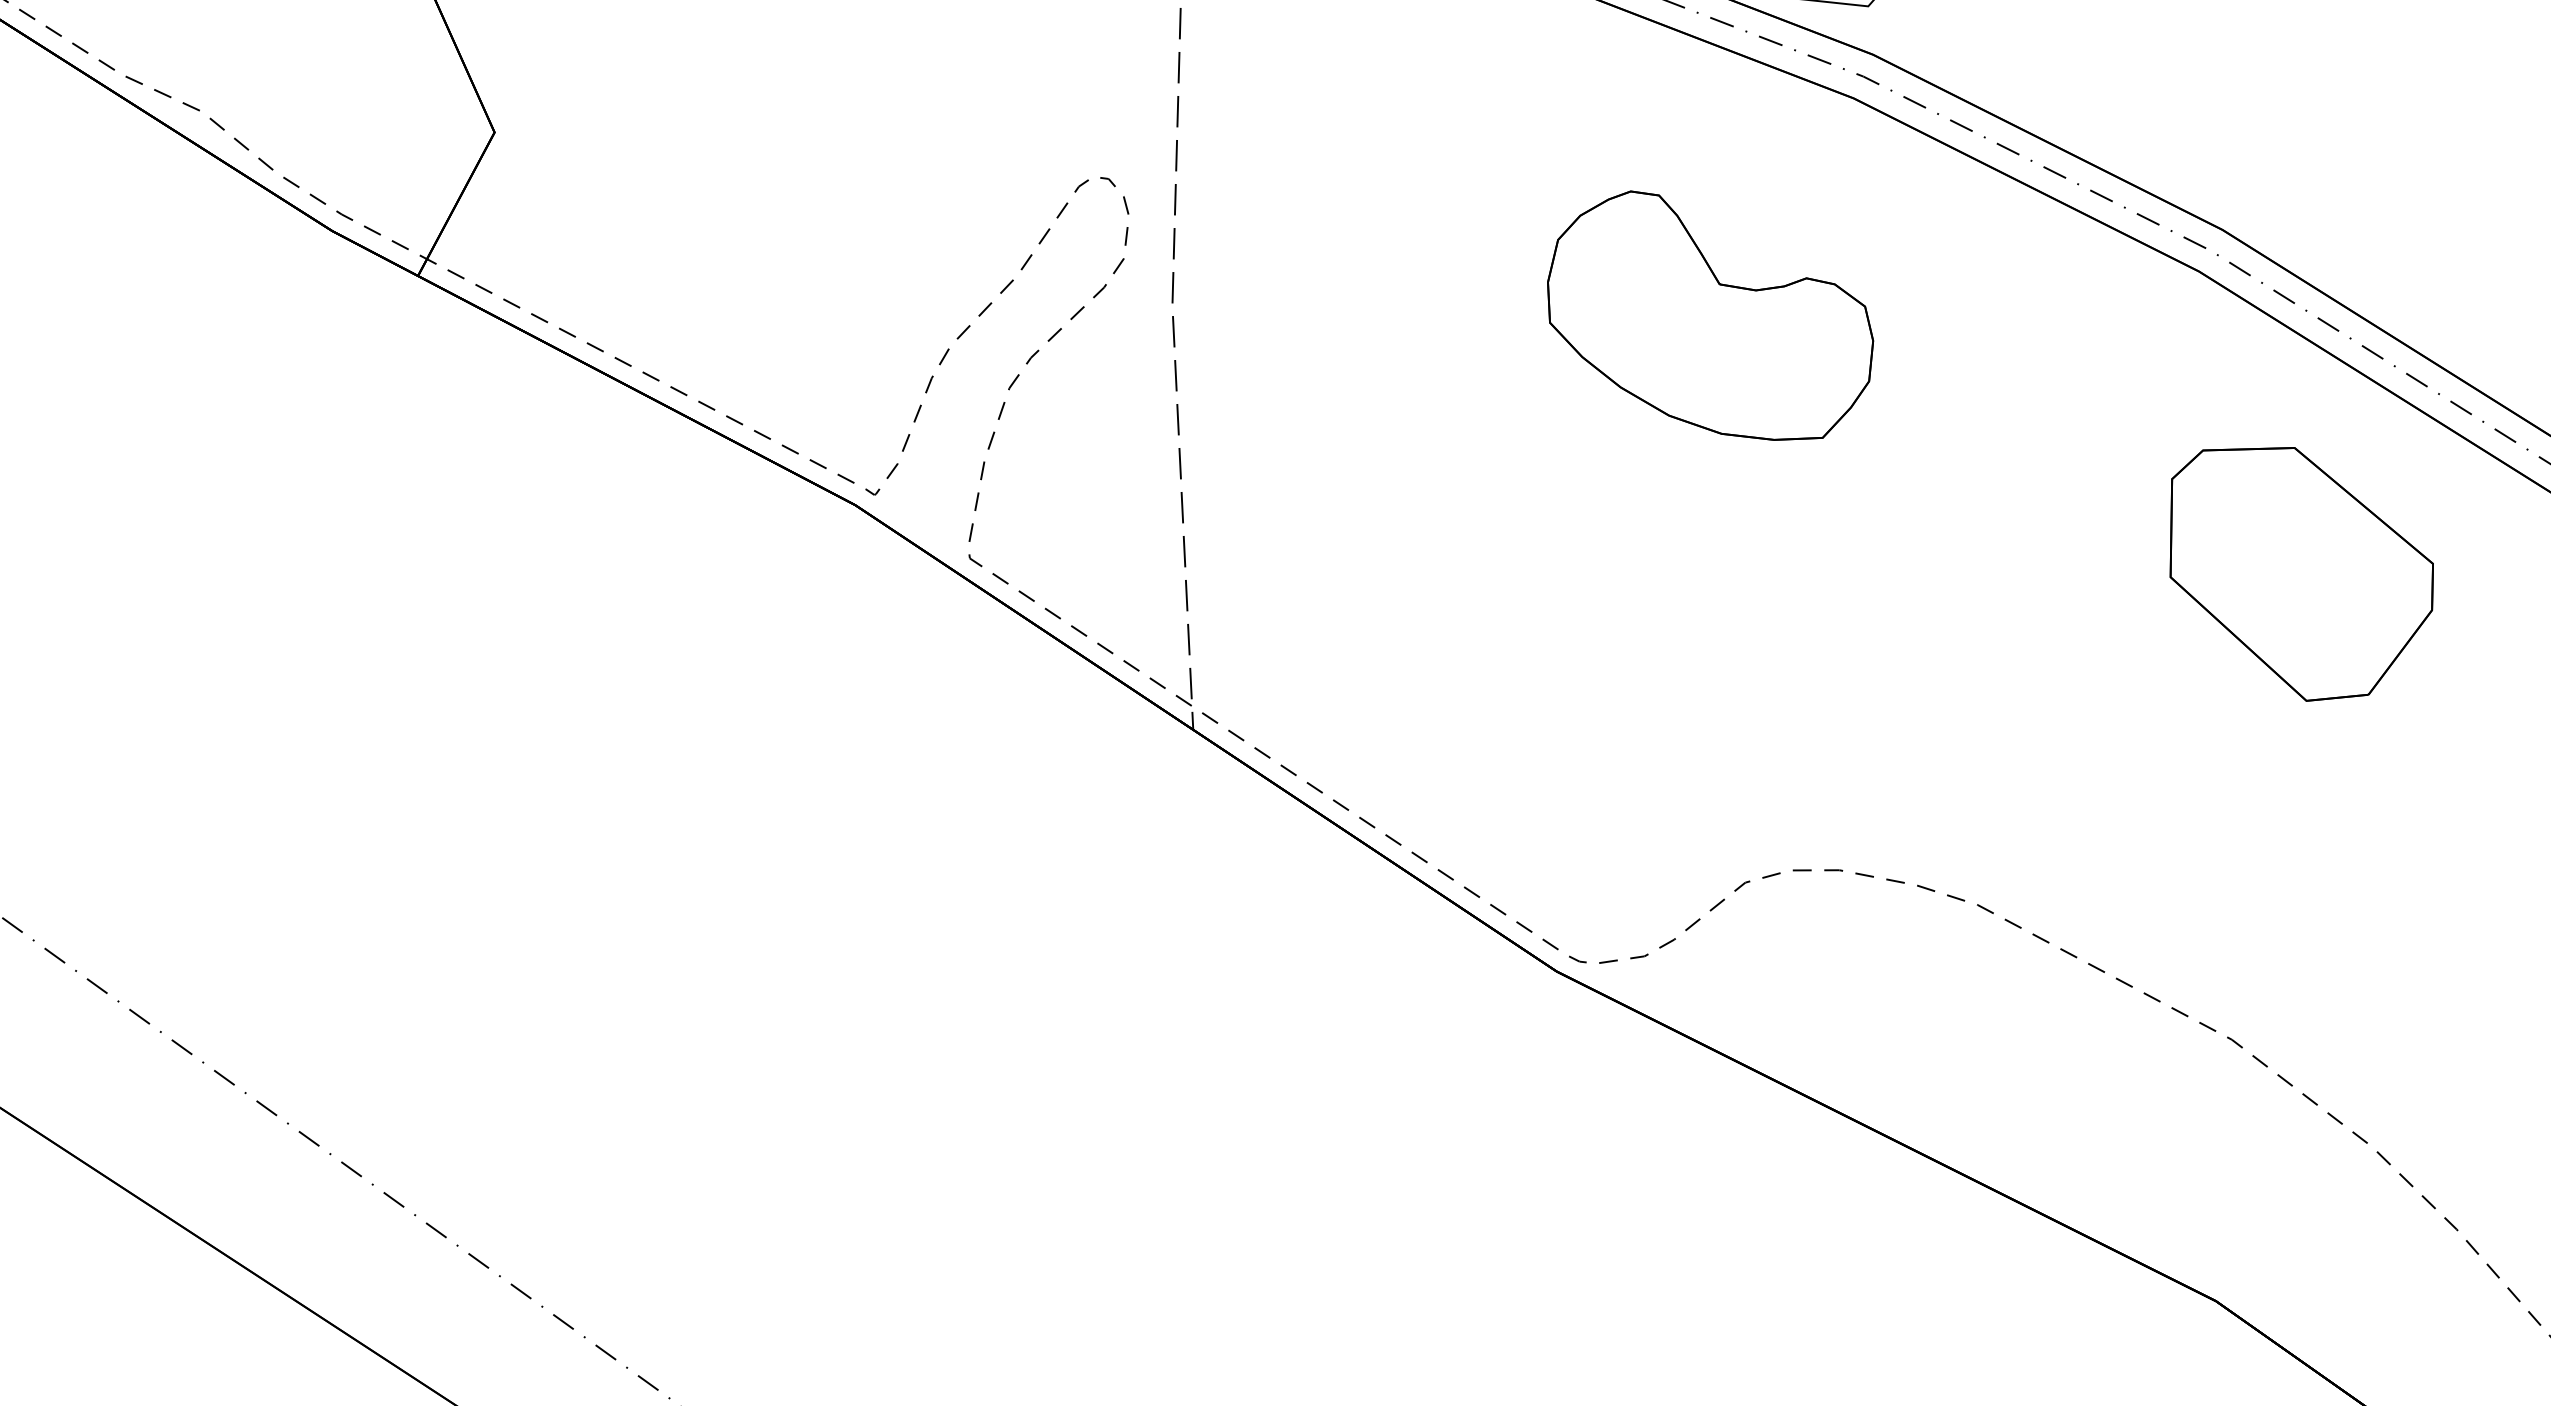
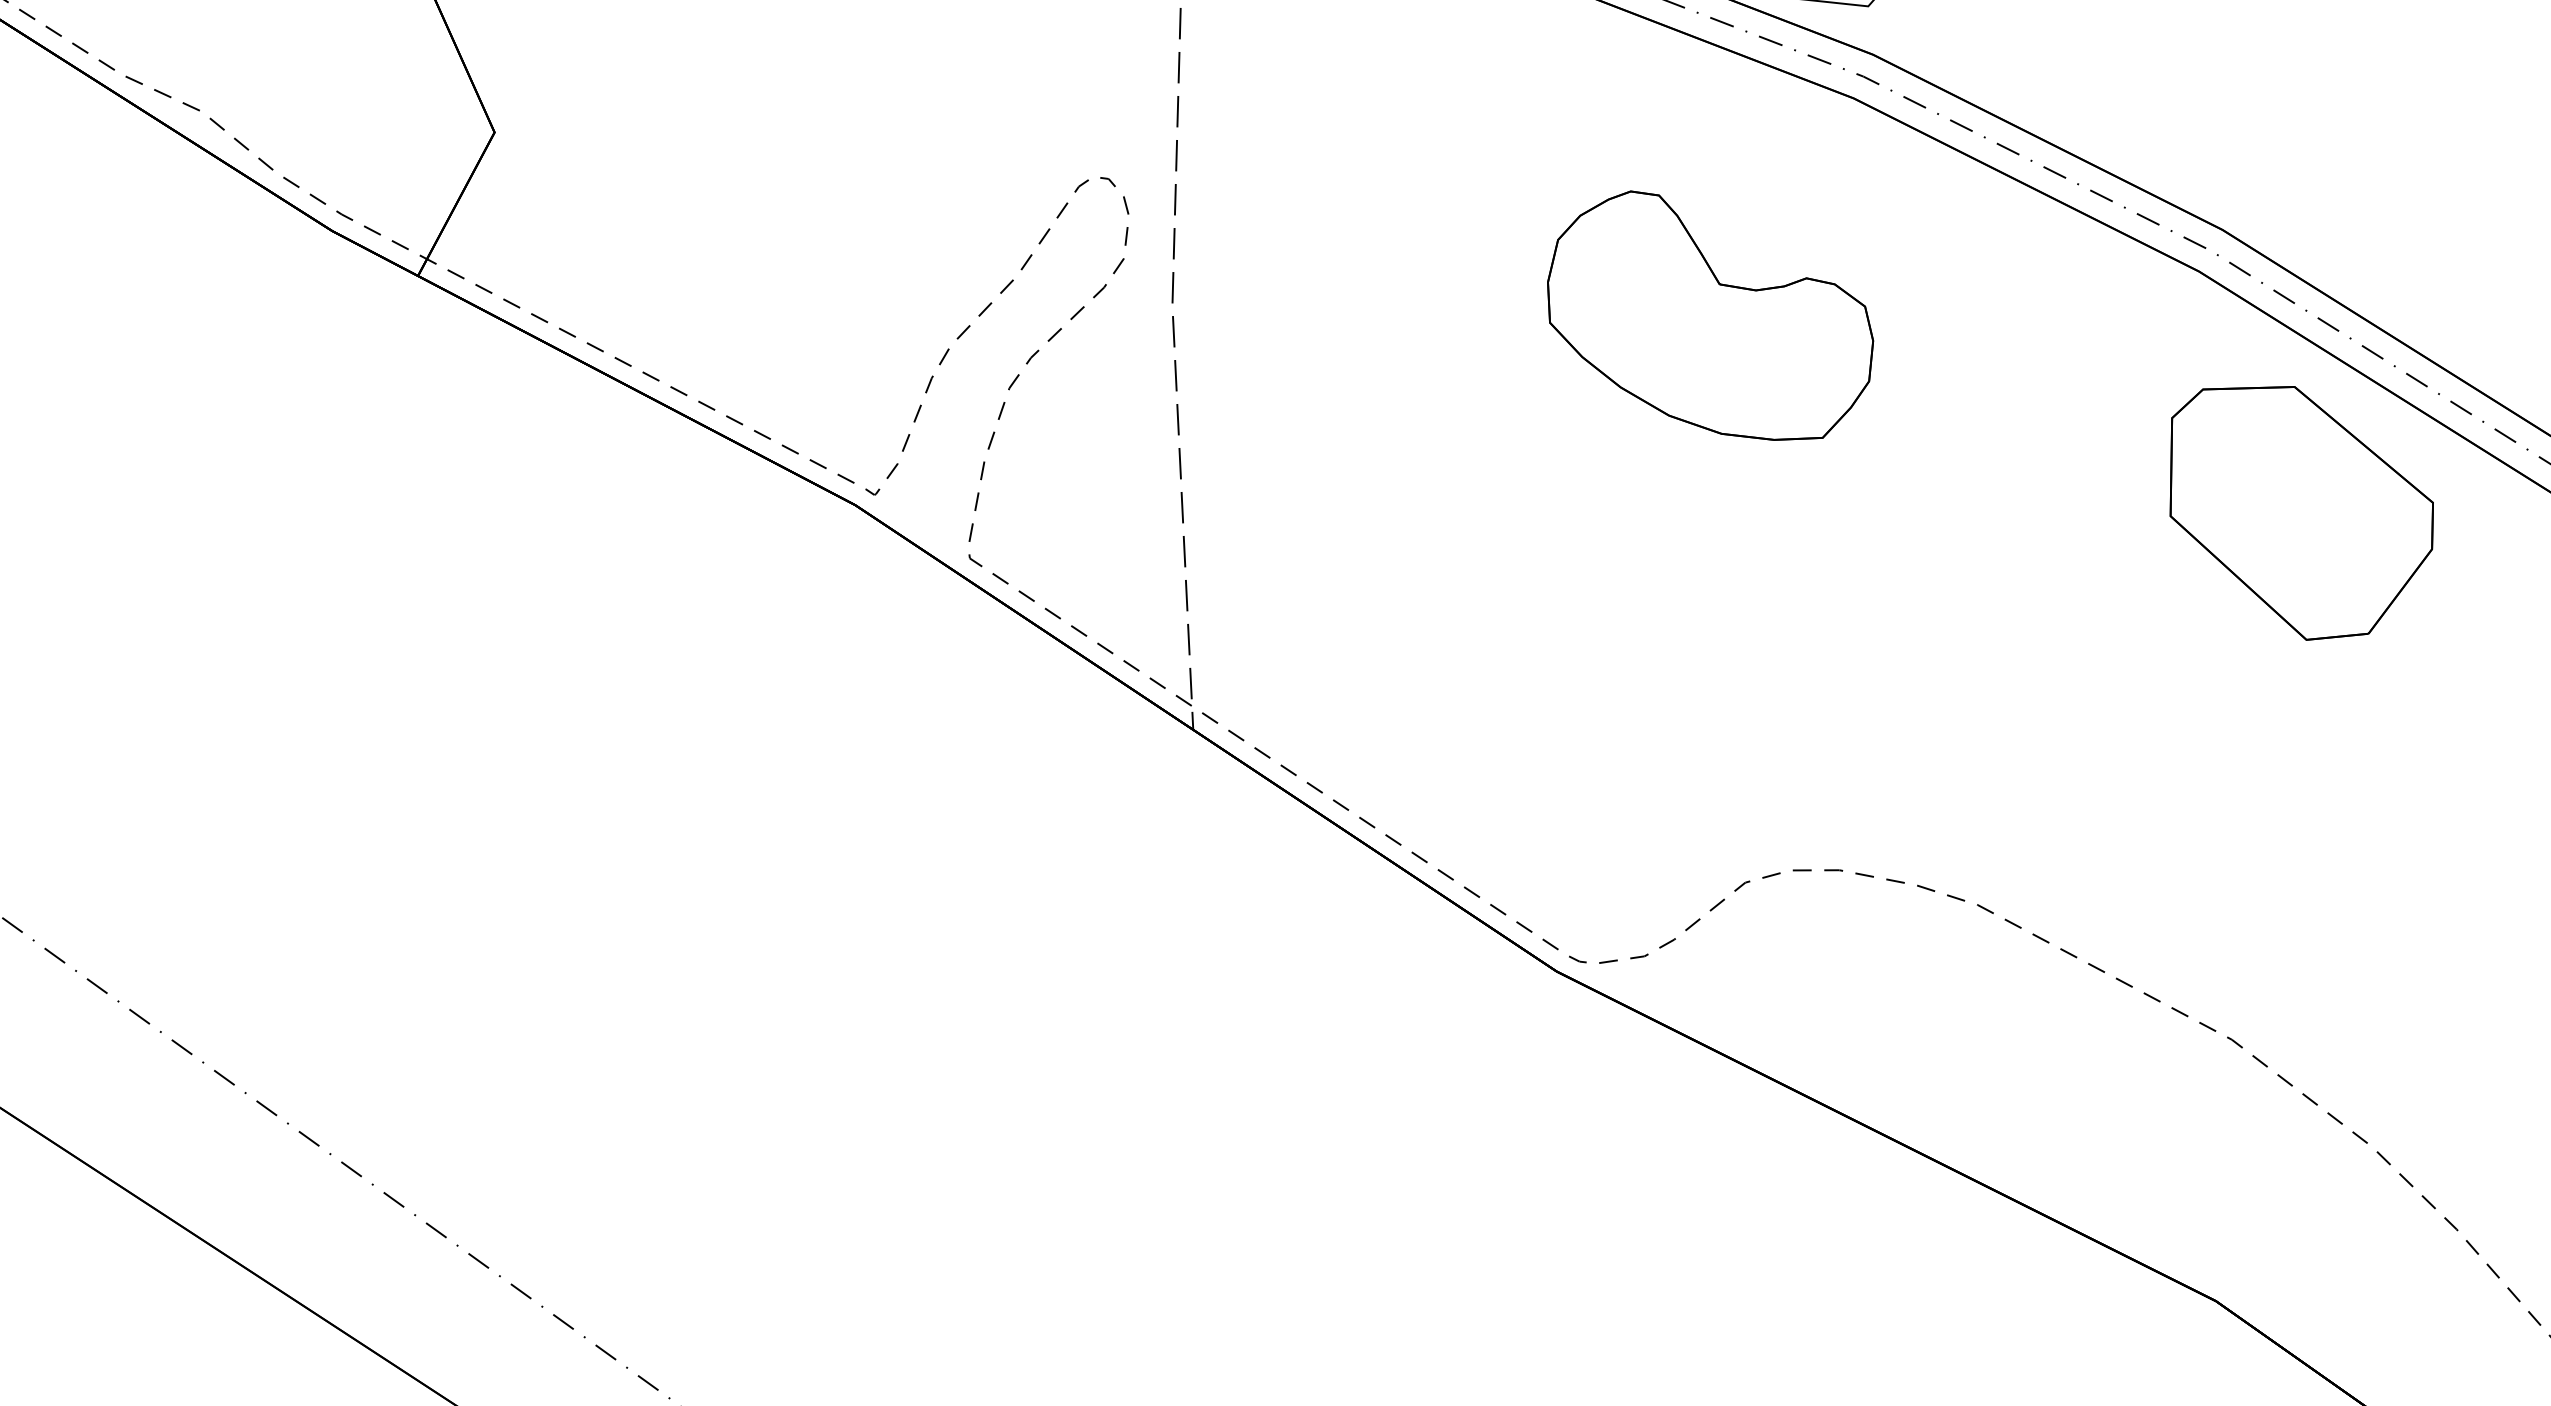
part at (2301, 574) position: (2301, 574) -> (2301, 513)
